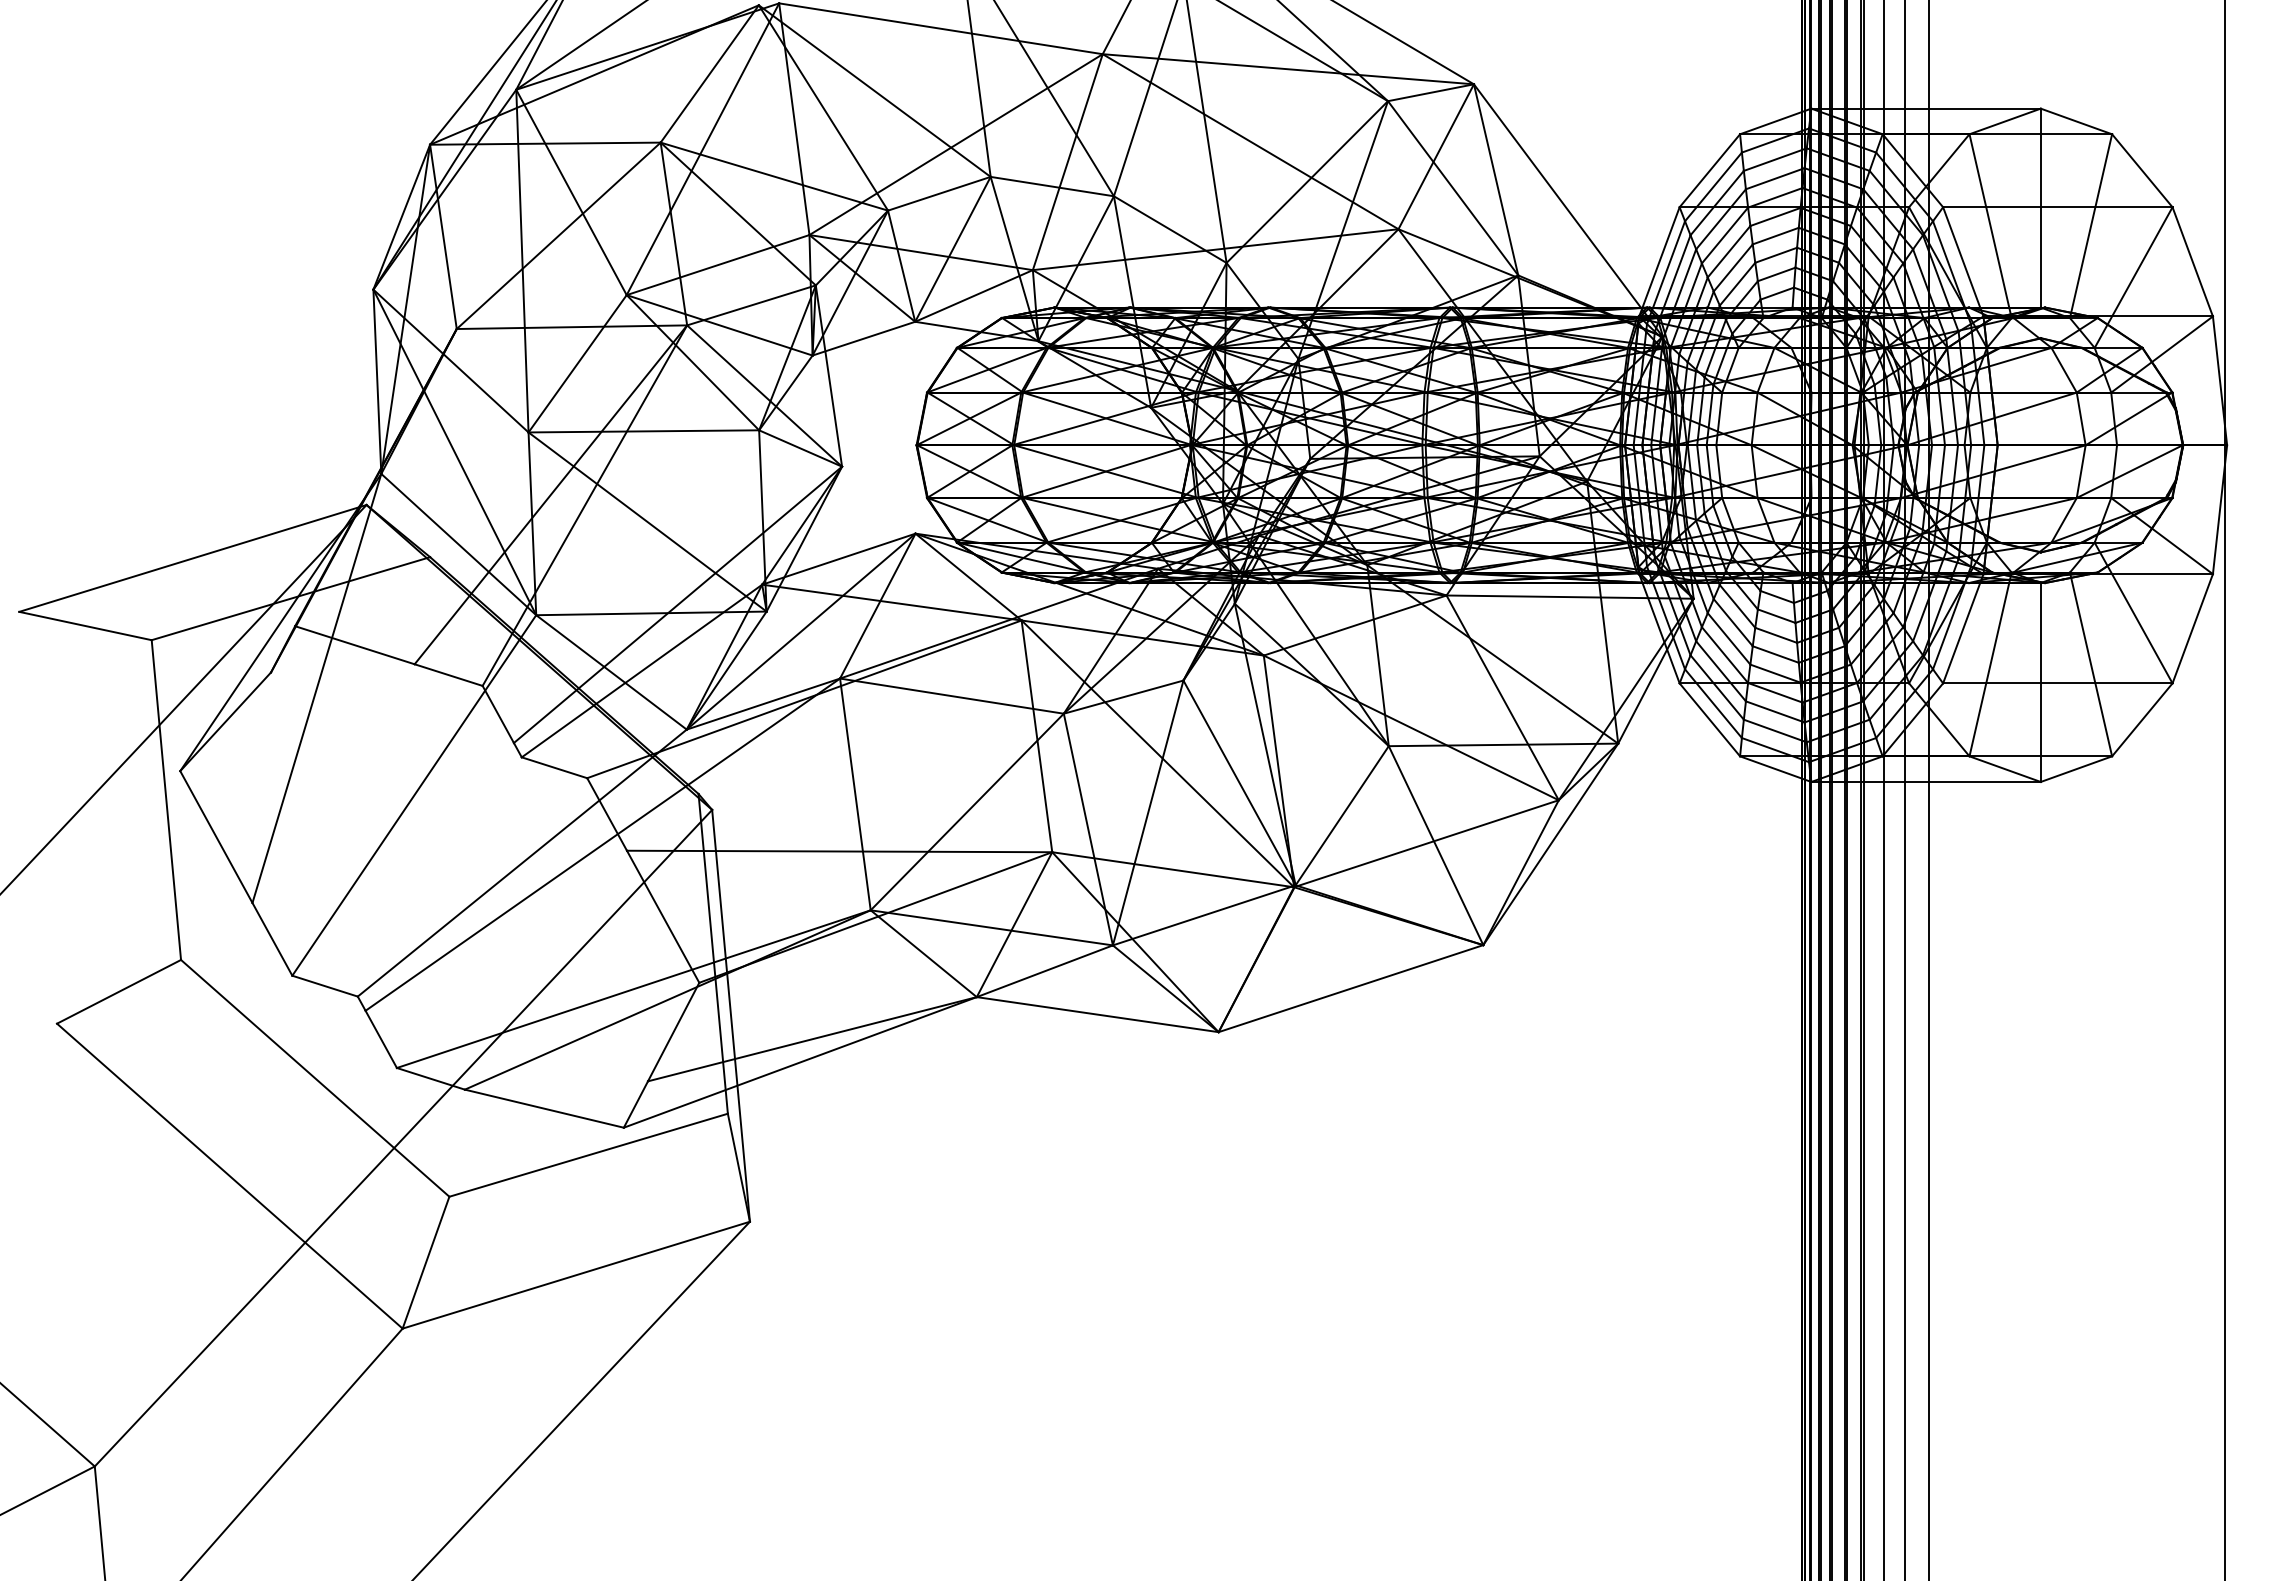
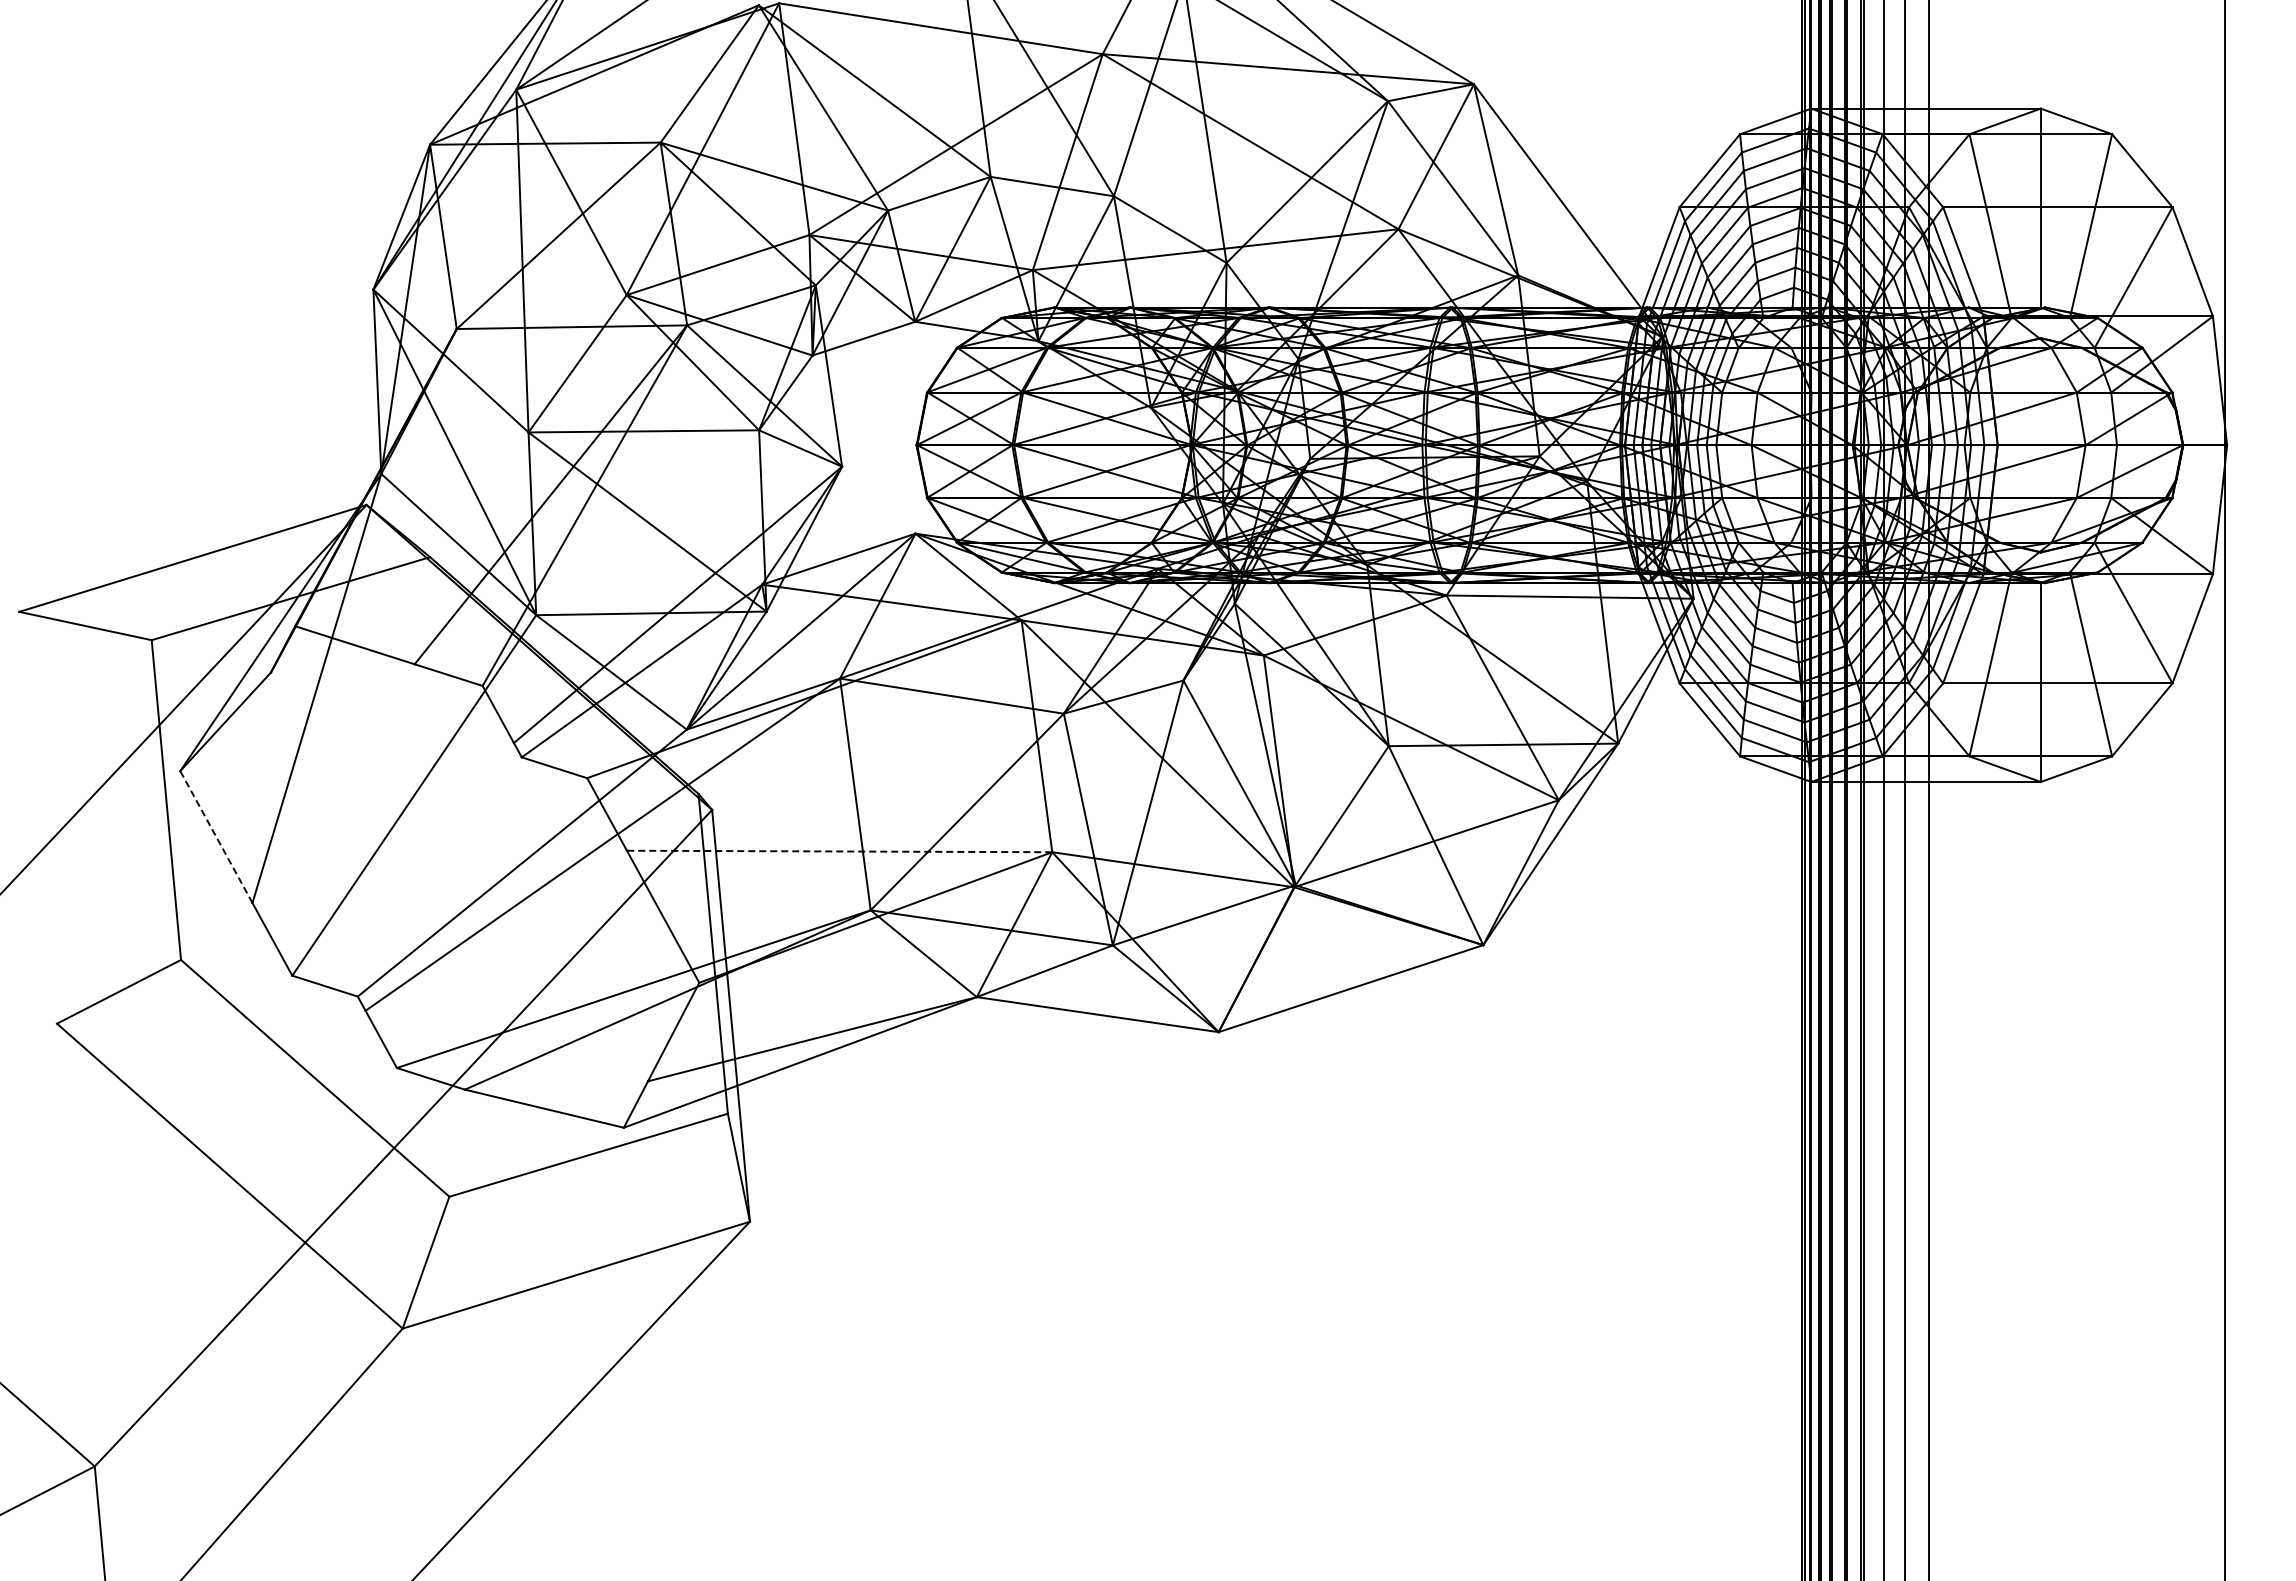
line at (216, 836): solid -> dashed
line at (839, 851): solid -> dashed
